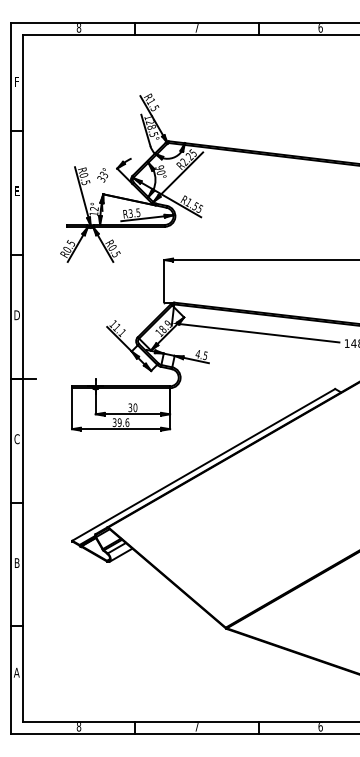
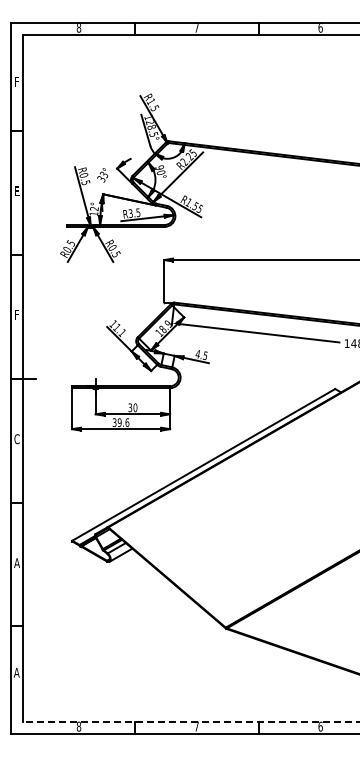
text at (16, 315): D -> F
text at (16, 562): B -> A
line at (191, 721): solid -> dashed
